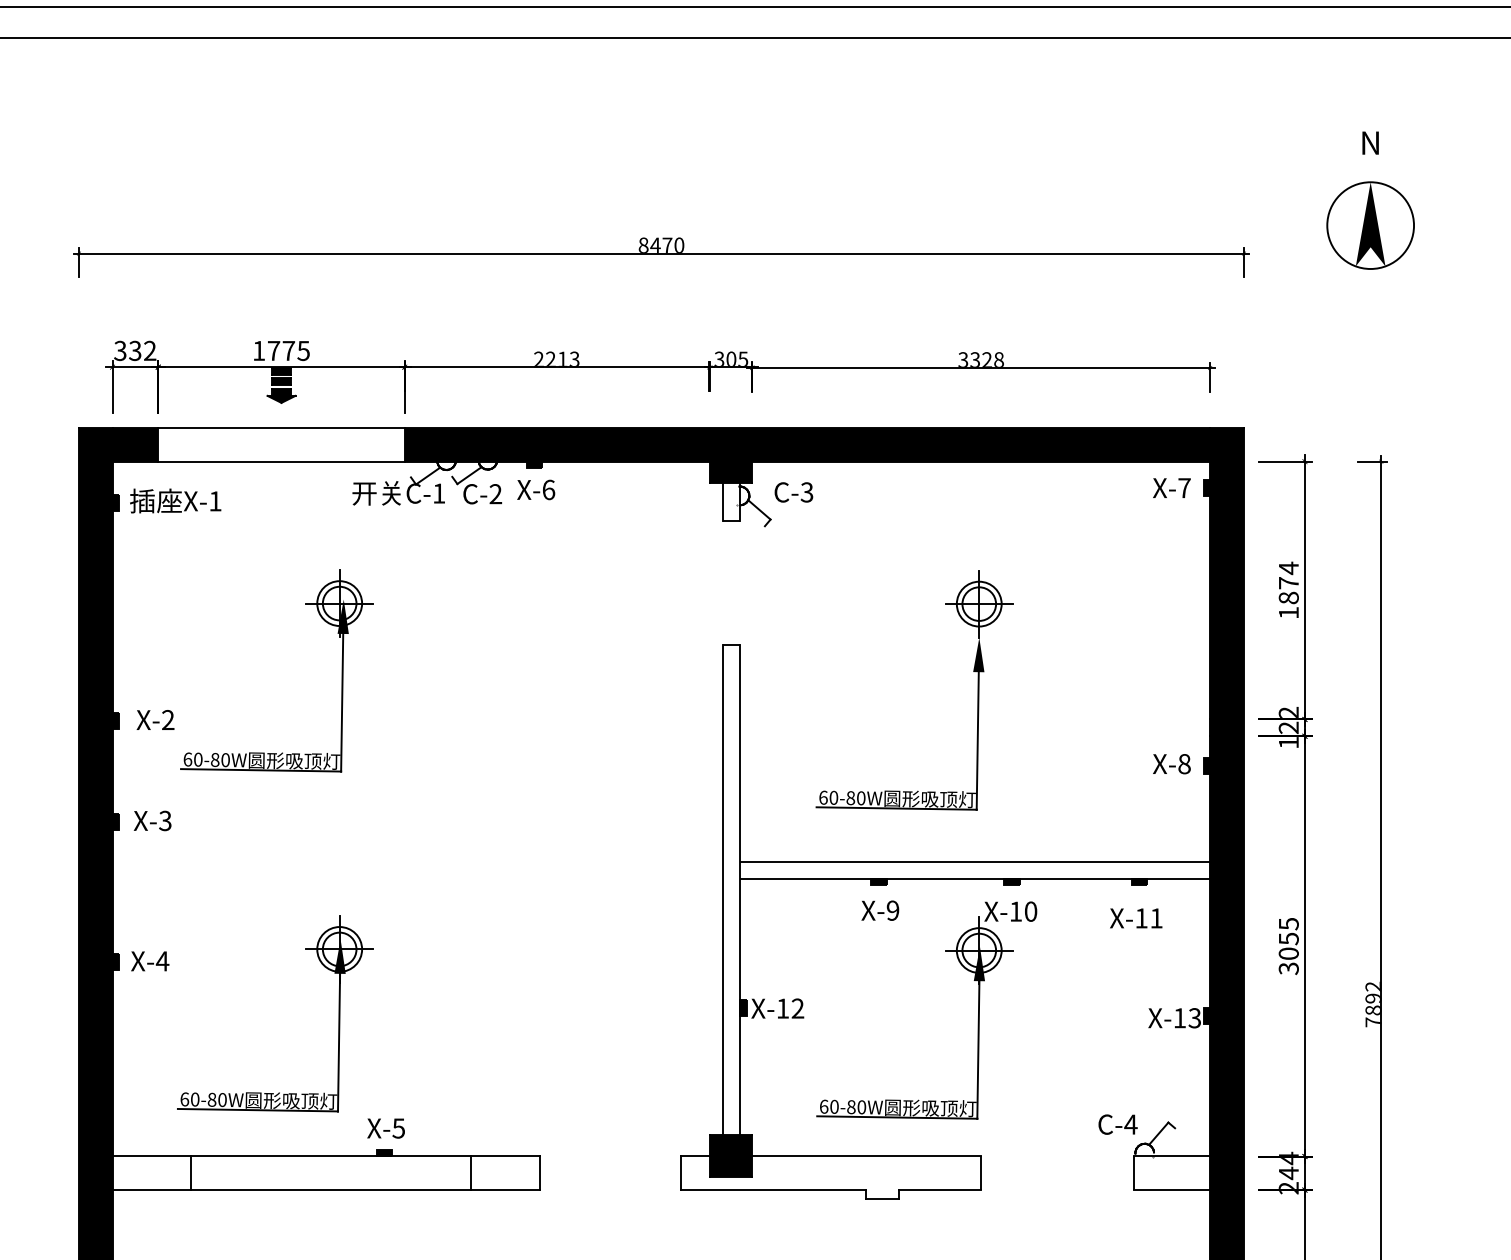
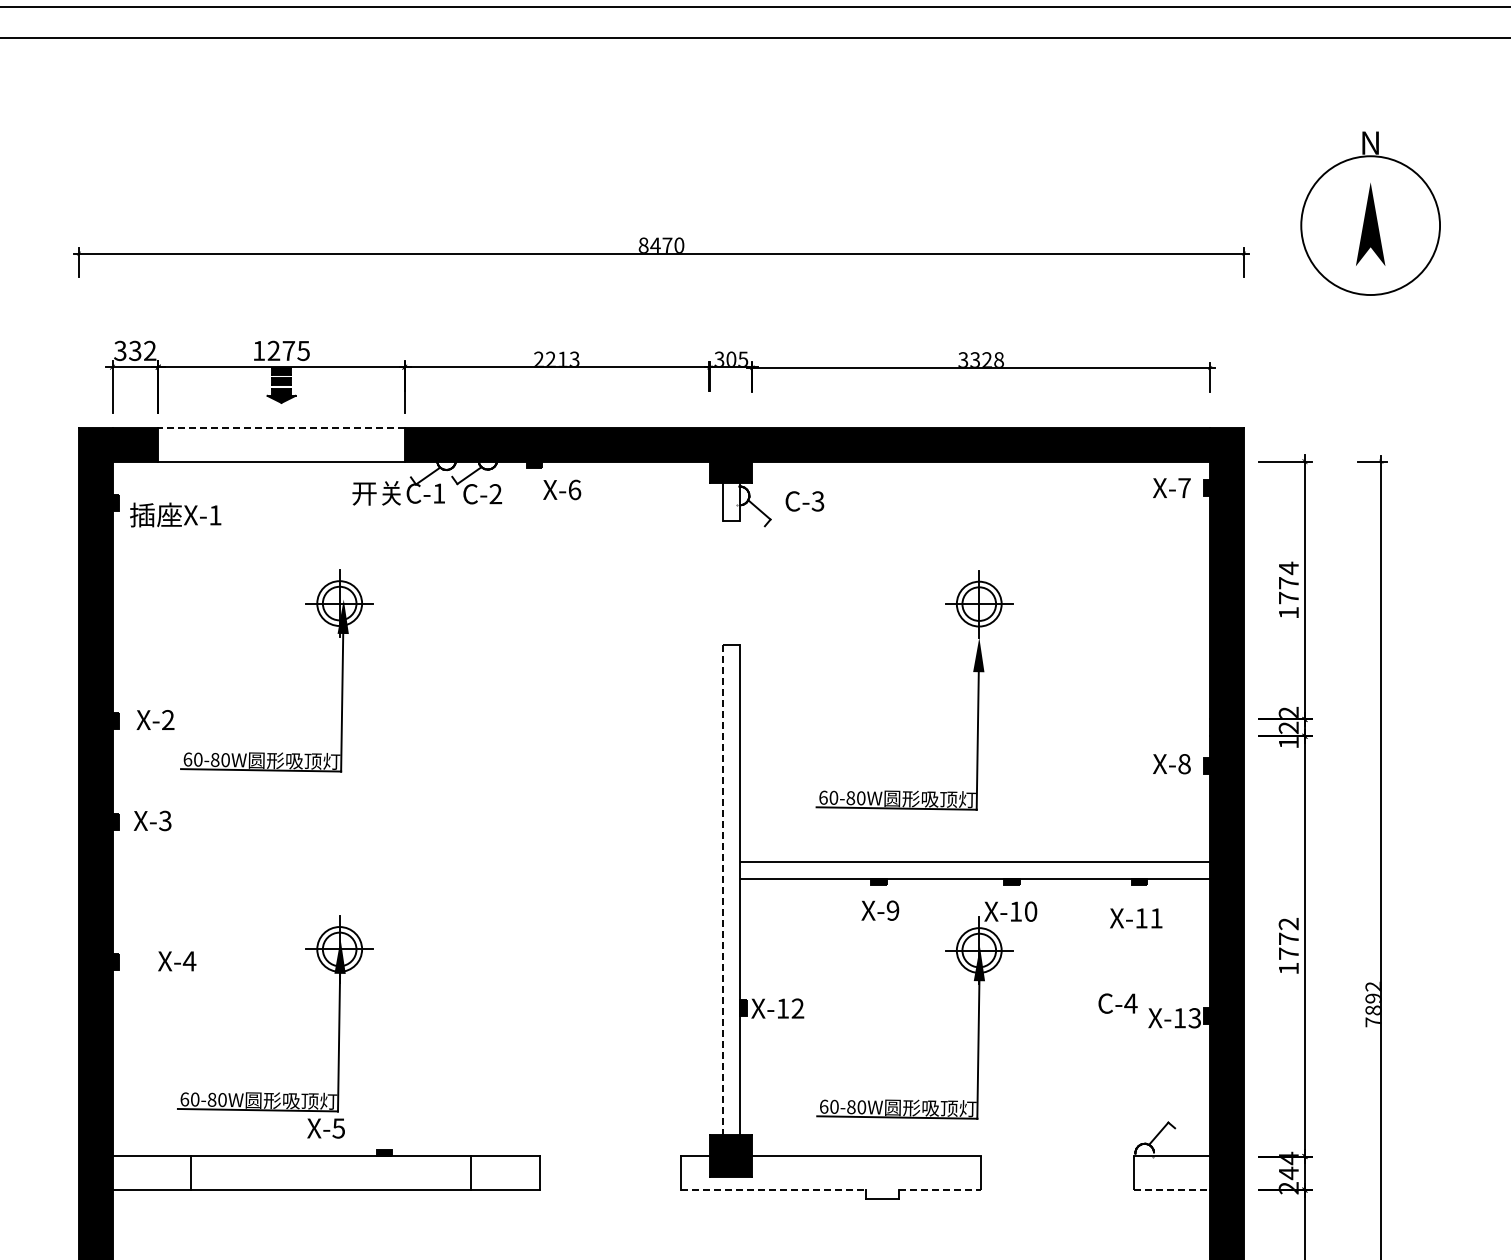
circle at (1370, 225) diameter: 87 px -> 139 px
text at (273, 350): 1775 -> 1275
line at (281, 428): solid -> dashed
text at (536, 489) position: (536, 489) -> (562, 489)
text at (793, 492) position: (793, 492) -> (804, 501)
text at (175, 500) position: (175, 500) -> (175, 514)
text at (1288, 597): 1874 -> 1774
line at (722, 890): solid -> dashed
text at (1288, 946): 3055 -> 1772
text at (150, 961) position: (150, 961) -> (177, 961)
text at (1117, 1124) position: (1117, 1124) -> (1117, 1003)
text at (385, 1128) position: (385, 1128) -> (325, 1128)
line at (773, 1190): solid -> dashed
line at (940, 1190): solid -> dashed
line at (1172, 1190): solid -> dashed
